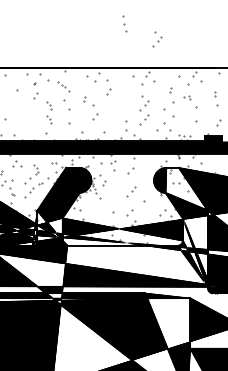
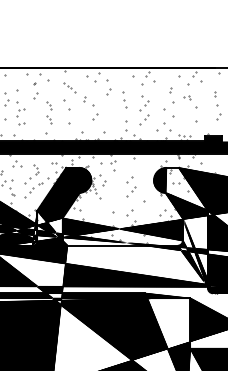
part at (124, 23) position: (124, 23) -> (124, 99)
part at (157, 39): present -> none
part at (63, 86) position: (63, 86) -> (69, 87)
part at (14, 108): none -> present
part at (218, 122) position: (218, 122) -> (218, 116)
part at (130, 170) position: (130, 170) -> (129, 179)
